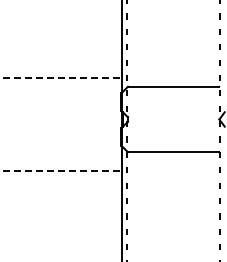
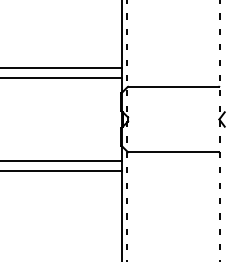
line at (61, 68): none -> present
line at (61, 78): dashed -> solid
line at (61, 160): none -> present
line at (61, 170): dashed -> solid
